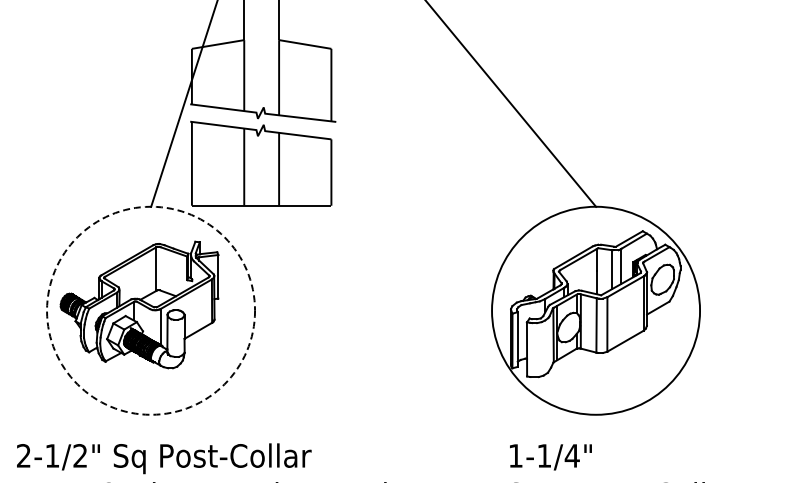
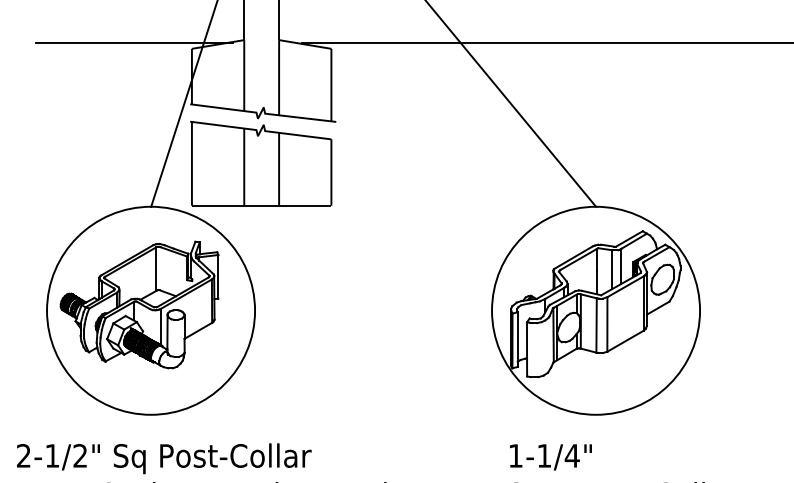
line at (133, 43): none -> present
line at (546, 43): none -> present
circle at (151, 310): dashed -> solid
